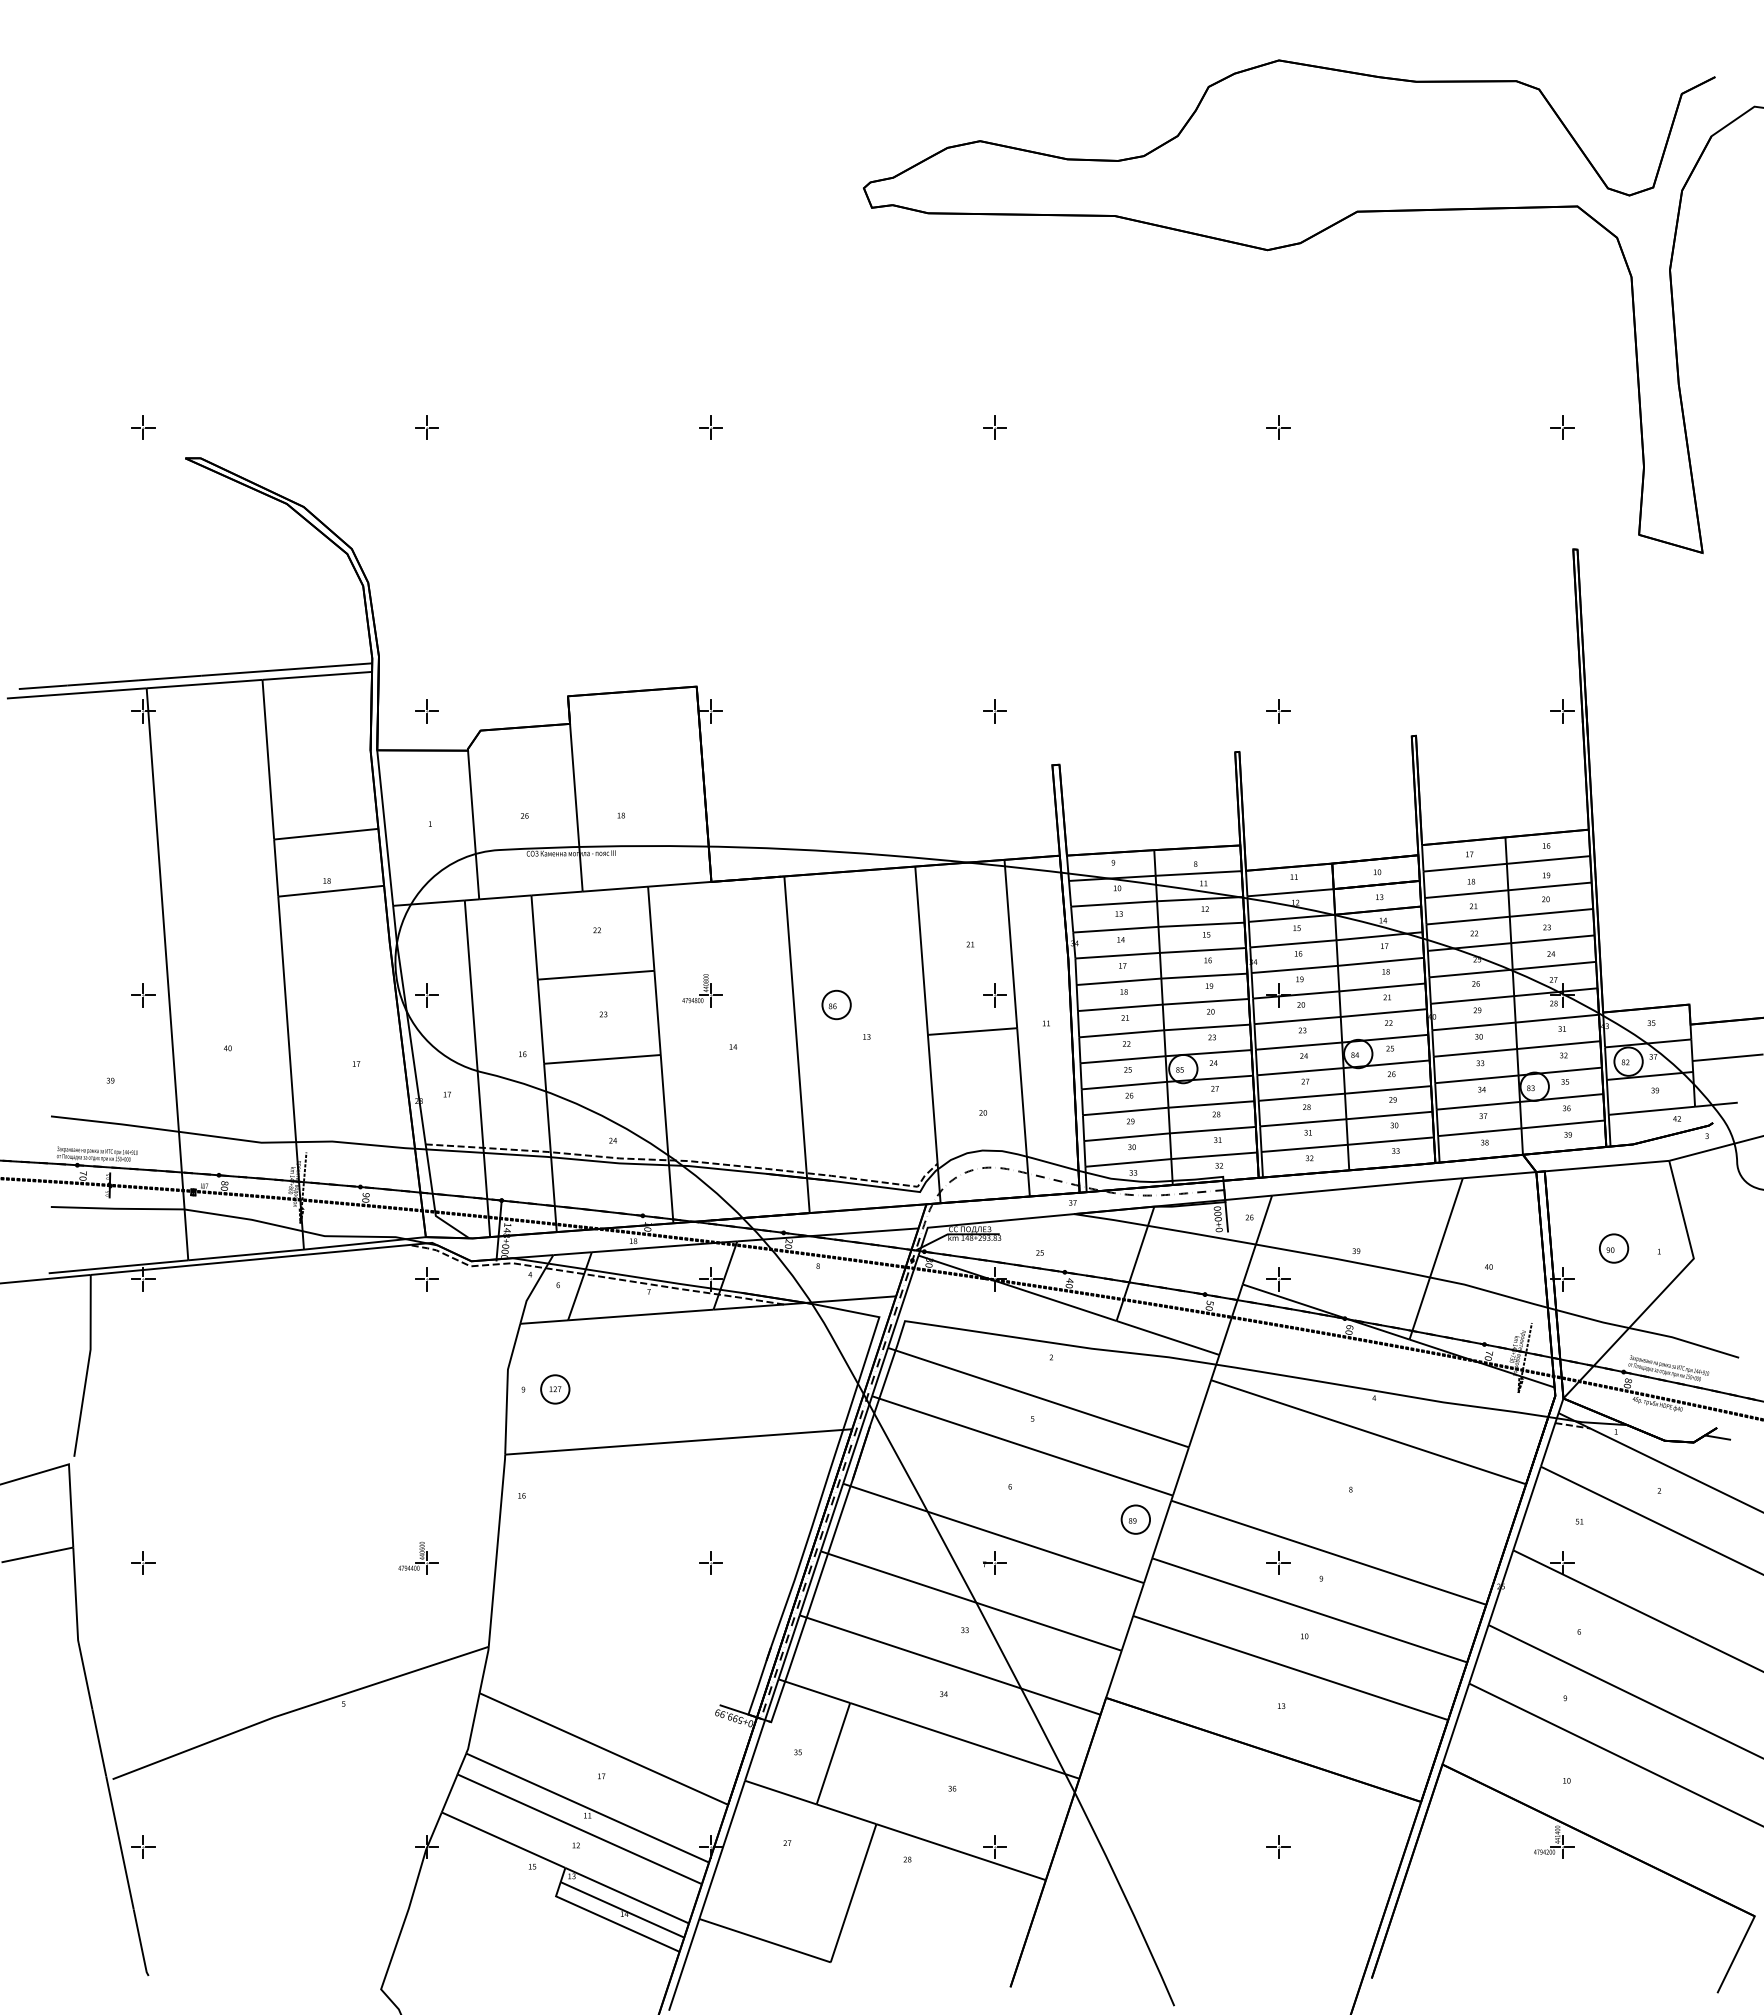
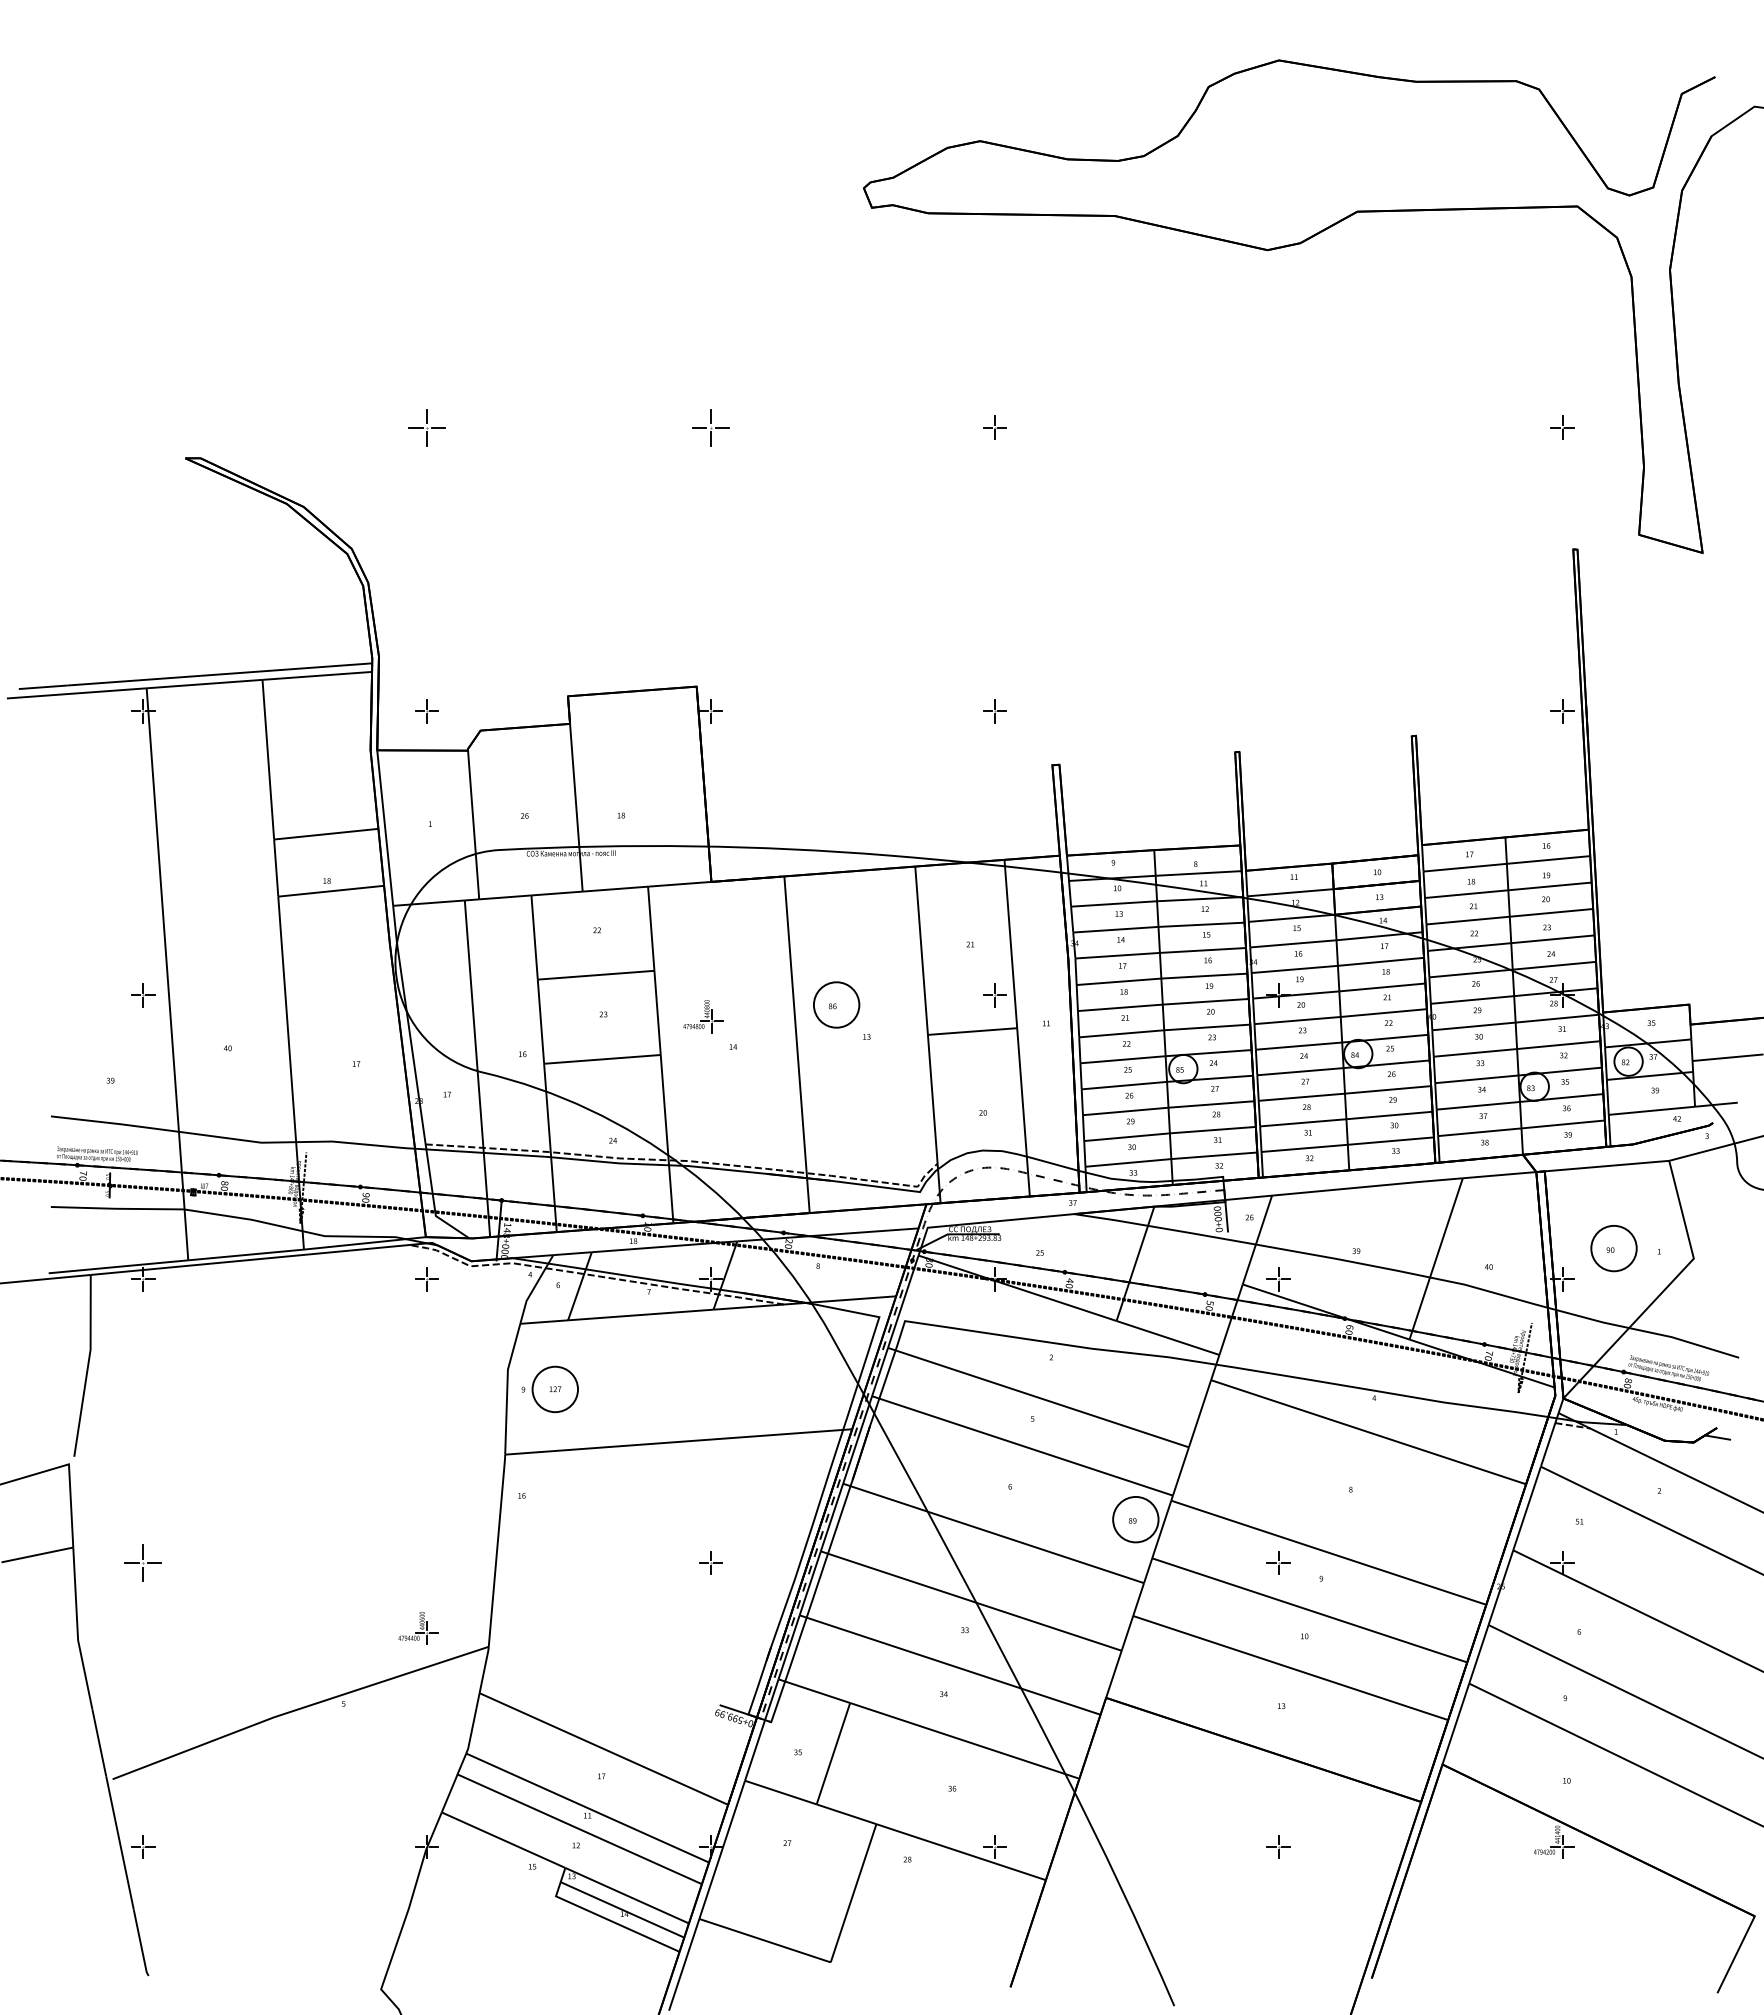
part at (143, 427): present -> none
part at (426, 427) size: 24x25 px -> 38x38 px
part at (710, 427) size: 24x25 px -> 38x38 px
part at (1278, 427): present -> none
part at (1278, 711): present -> none
part at (702, 990) position: (702, 990) -> (703, 1016)
part at (426, 995): present -> none
circle at (836, 1004) diameter: 28 px -> 45 px
circle at (1613, 1248) diameter: 28 px -> 45 px
circle at (555, 1389) diameter: 28 px -> 45 px
circle at (1135, 1519) diameter: 28 px -> 45 px
part at (418, 1557) position: (418, 1557) -> (418, 1627)
part at (143, 1562) size: 25x24 px -> 38x38 px
part at (994, 1562): present -> none
